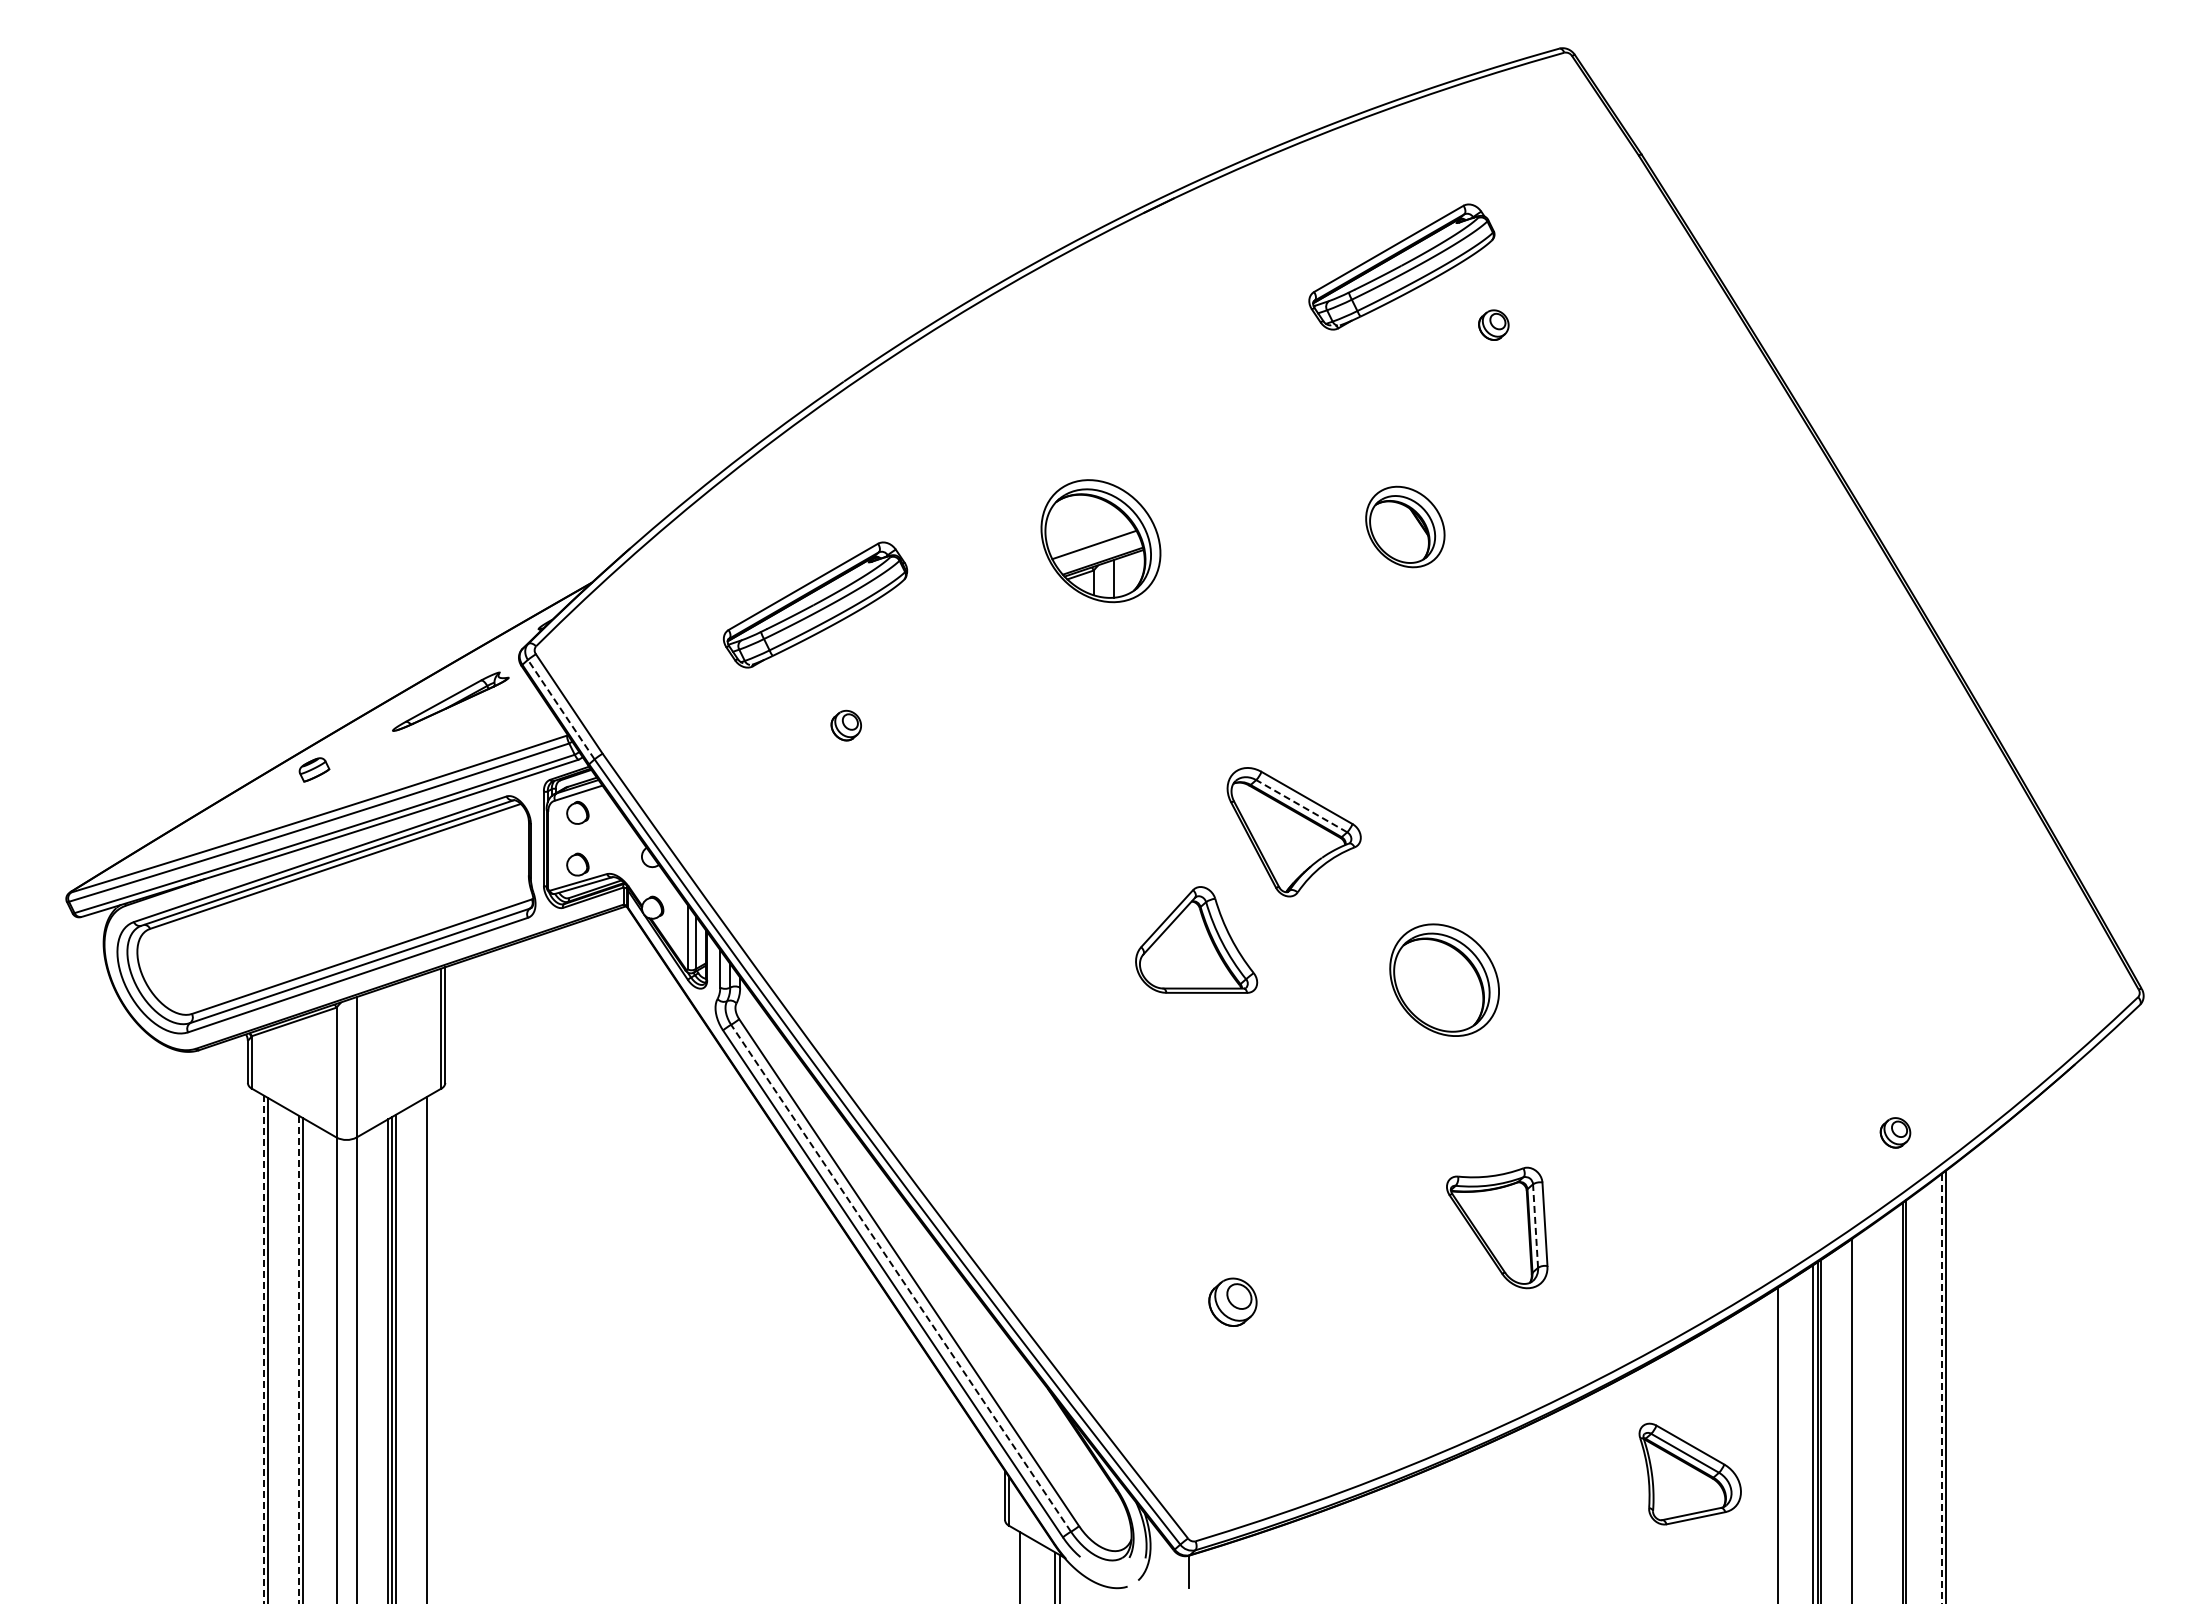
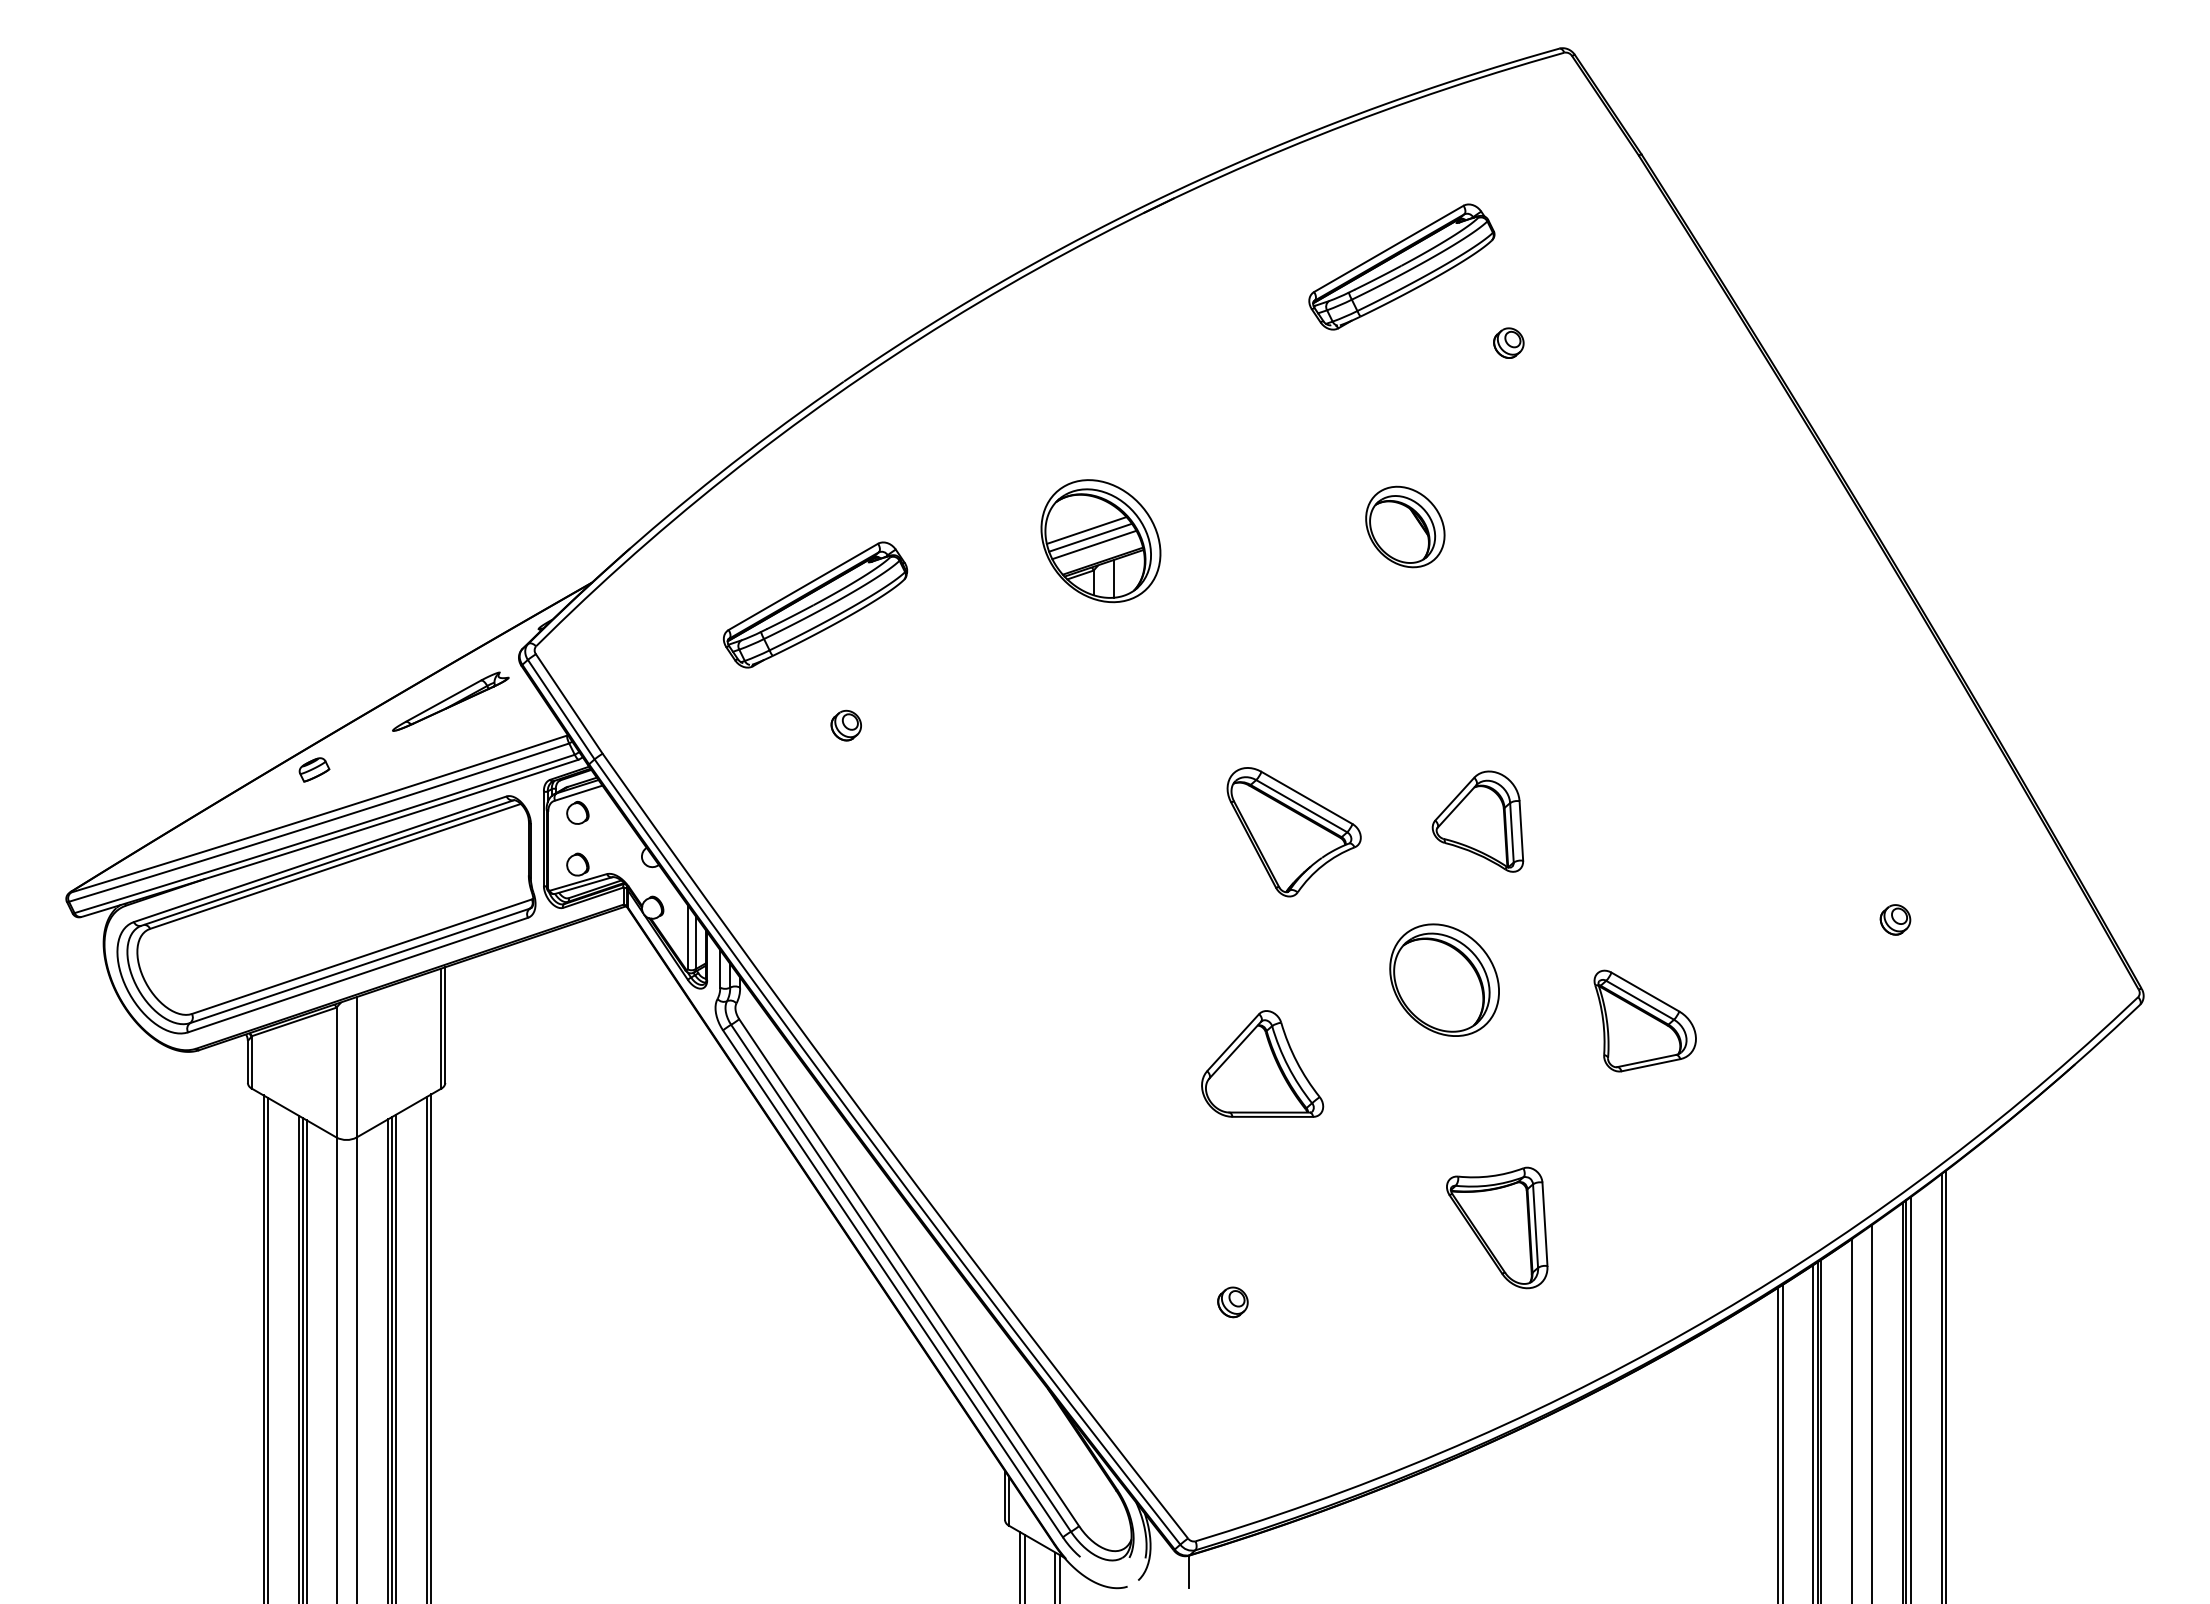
part at (1493, 324) position: (1493, 324) -> (1508, 342)
line at (1086, 530): none -> present
line at (1090, 537): none -> present
line at (561, 709): dashed -> solid
line at (1301, 805): dashed -> solid
part at (1477, 821): none -> present
part at (1196, 939) position: (1196, 939) -> (1262, 1063)
part at (1895, 1132) position: (1895, 1132) -> (1895, 919)
line at (1535, 1226): dashed -> solid
line at (900, 1277): dashed -> solid
part at (1232, 1301) size: 50x50 px -> 32x33 px
line at (431, 1347): none -> present
line at (263, 1349): dashed -> solid
line at (298, 1359): dashed -> solid
line at (306, 1360): none -> present
line at (1941, 1388): dashed -> solid
line at (1911, 1398): none -> present
line at (1872, 1412): none -> present
line at (1782, 1442): none -> present
part at (1689, 1473) position: (1689, 1473) -> (1644, 1020)
line at (1024, 1567): none -> present
